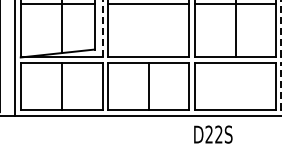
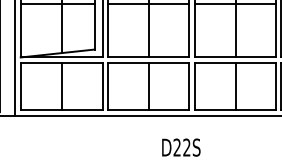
line at (102, 28): dashed -> solid
line at (281, 28): dashed -> solid
line at (149, 29): none -> present
line at (235, 86): none -> present
line at (281, 86): dashed -> solid
text at (213, 134) position: (213, 134) -> (181, 147)
